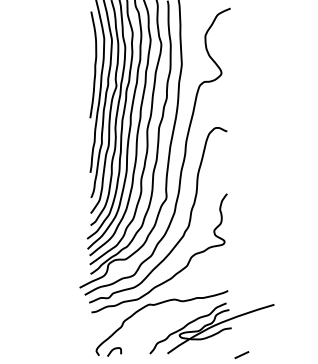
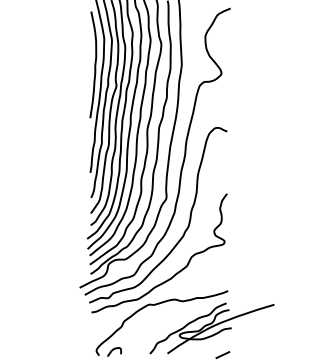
line at (241, 355) position: (241, 355) -> (222, 355)
